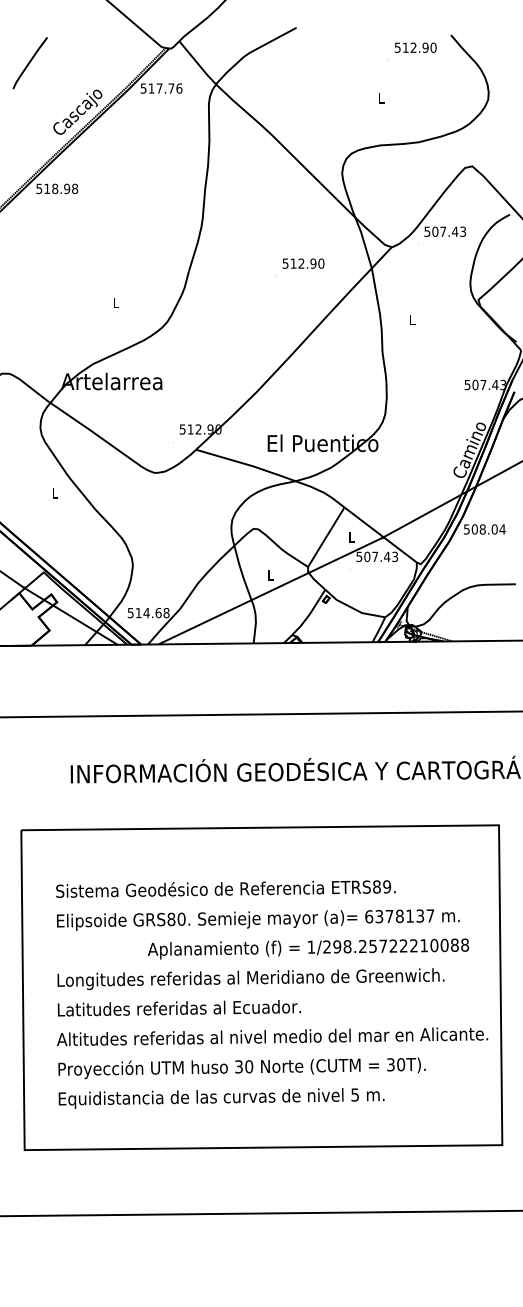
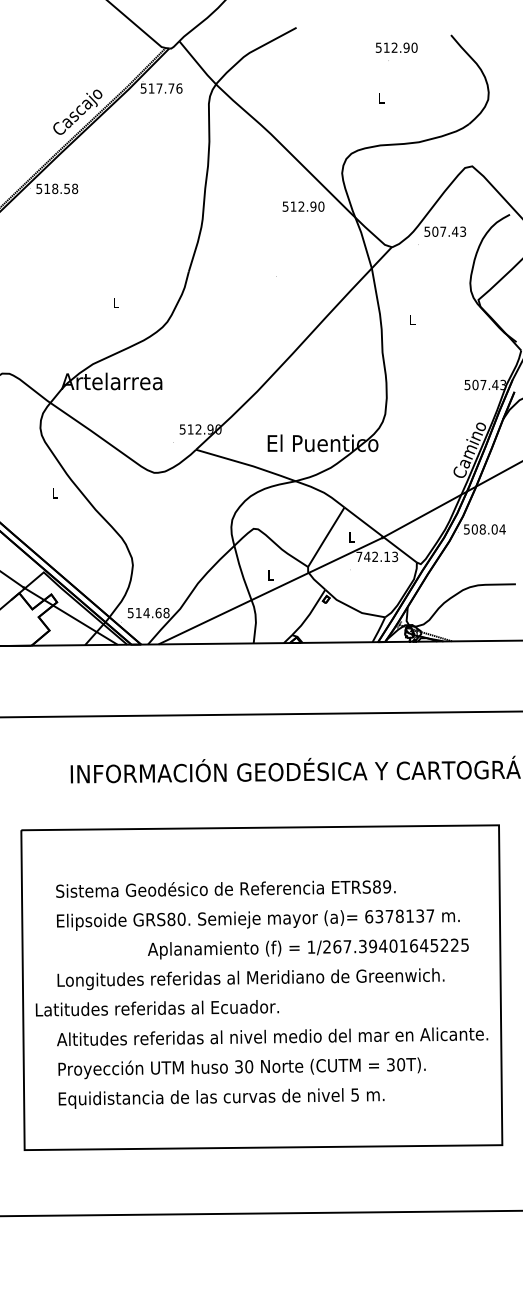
text at (415, 47) position: (415, 47) -> (396, 47)
line at (29, 63): present -> none
text at (67, 188): 518.98 -> 518.58
text at (303, 263) position: (303, 263) -> (303, 206)
text at (373, 556): 507.43 -> 742.13
text at (401, 945): 1/298.25722210088 -> 1/267.39401645225
text at (178, 1008) position: (178, 1008) -> (156, 1008)
